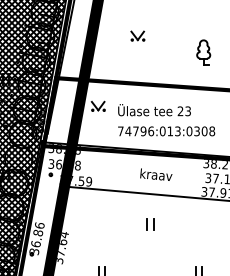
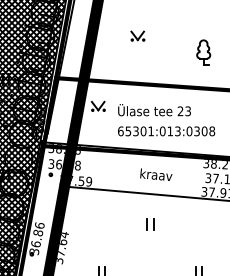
text at (136, 131): 74796:013:0308 -> 65301:013:0308
